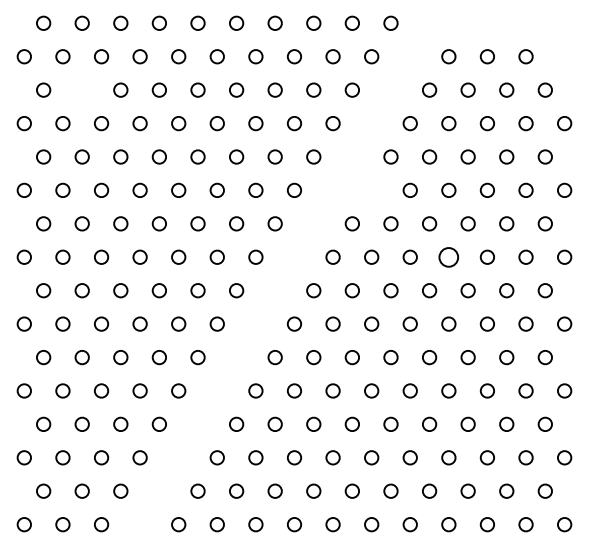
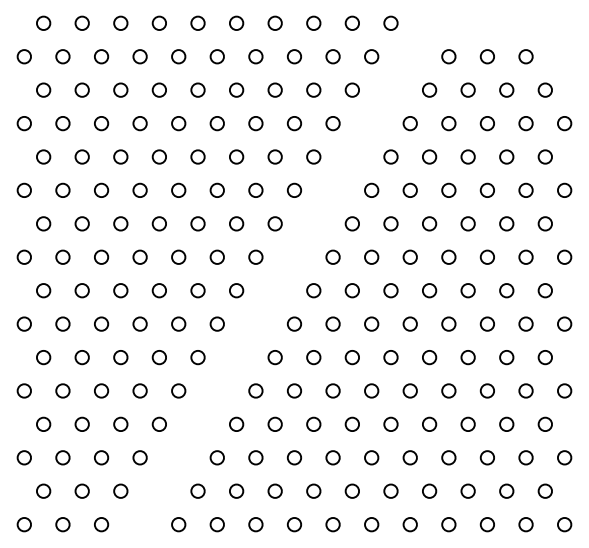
circle at (81, 89): none -> present
circle at (371, 189): none -> present
circle at (448, 257) size: 21x21 px -> 16x16 px
